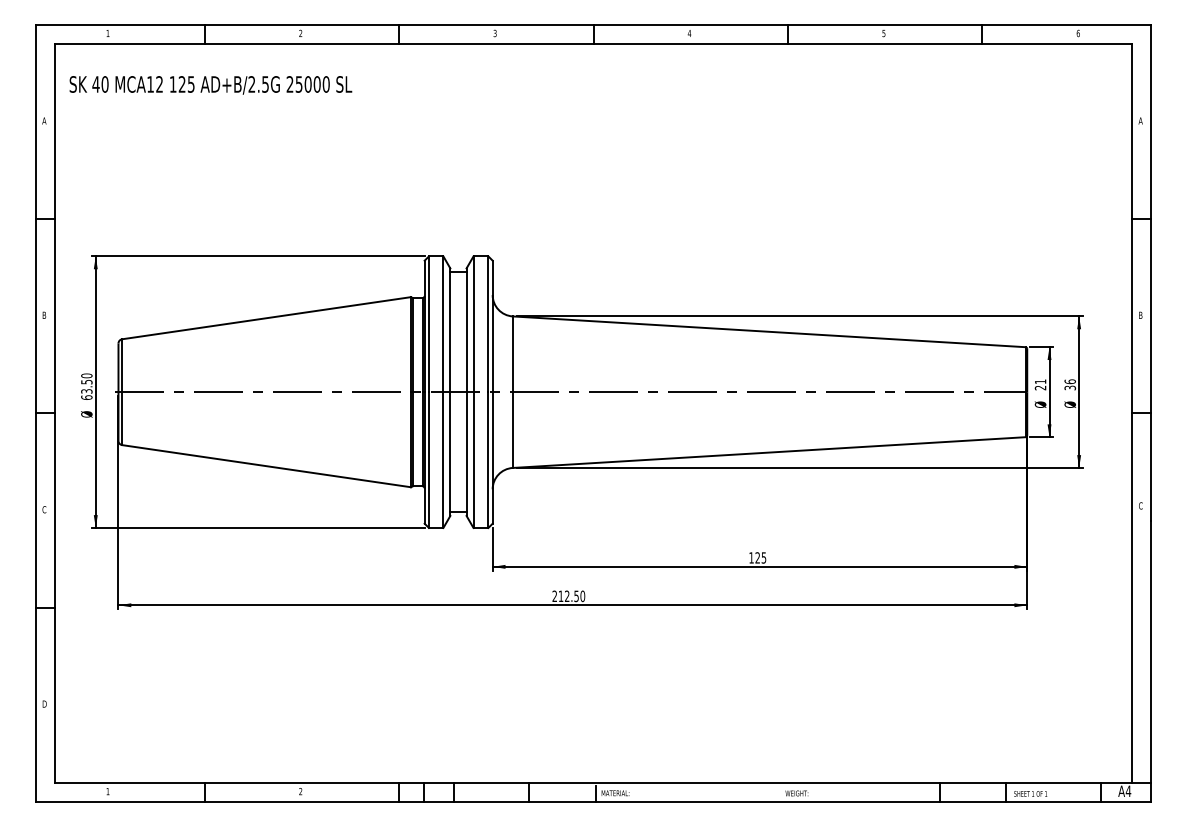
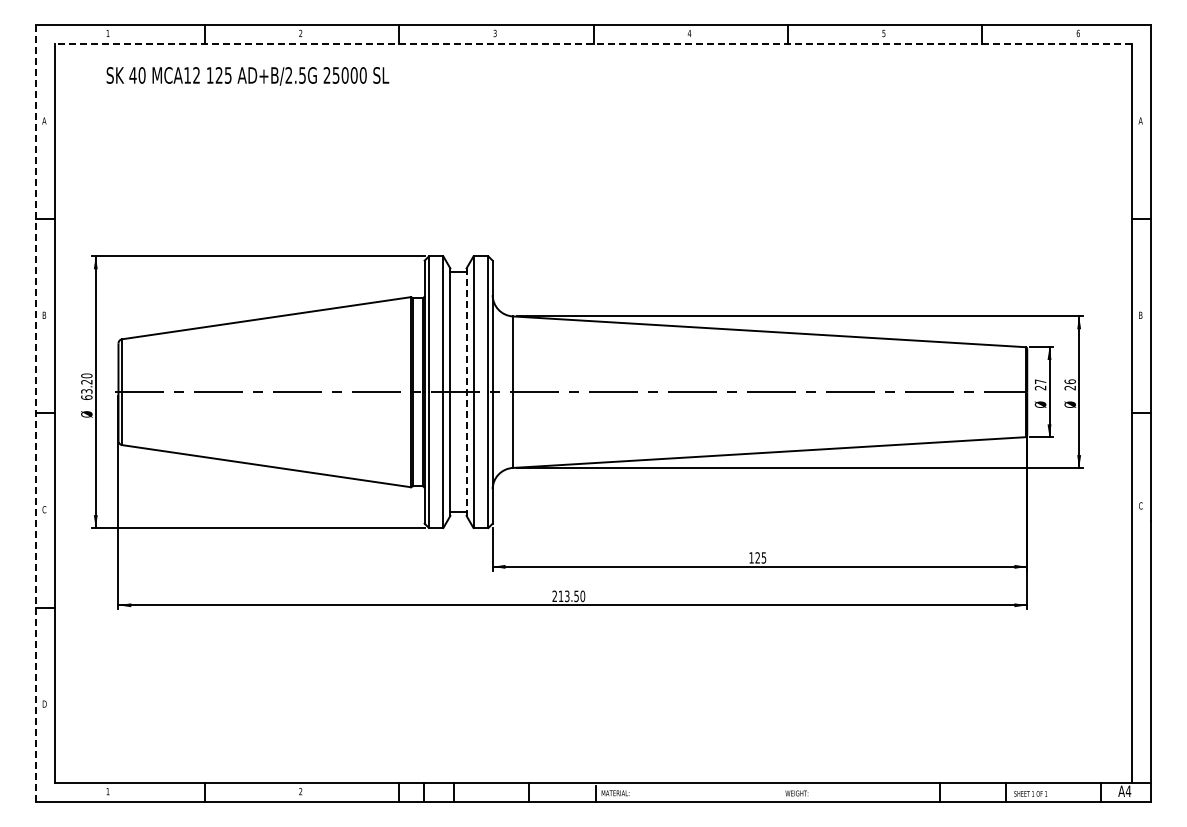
line at (592, 44): solid -> dashed
text at (210, 85) position: (210, 85) -> (247, 76)
text at (1040, 381): 21 -> 27
text at (86, 382): 63.50 -> 63.20
text at (1070, 387): 36 -> 26
line at (466, 392): solid -> dashed
line at (35, 413): solid -> dashed
text at (567, 596): 212.50 -> 213.50
